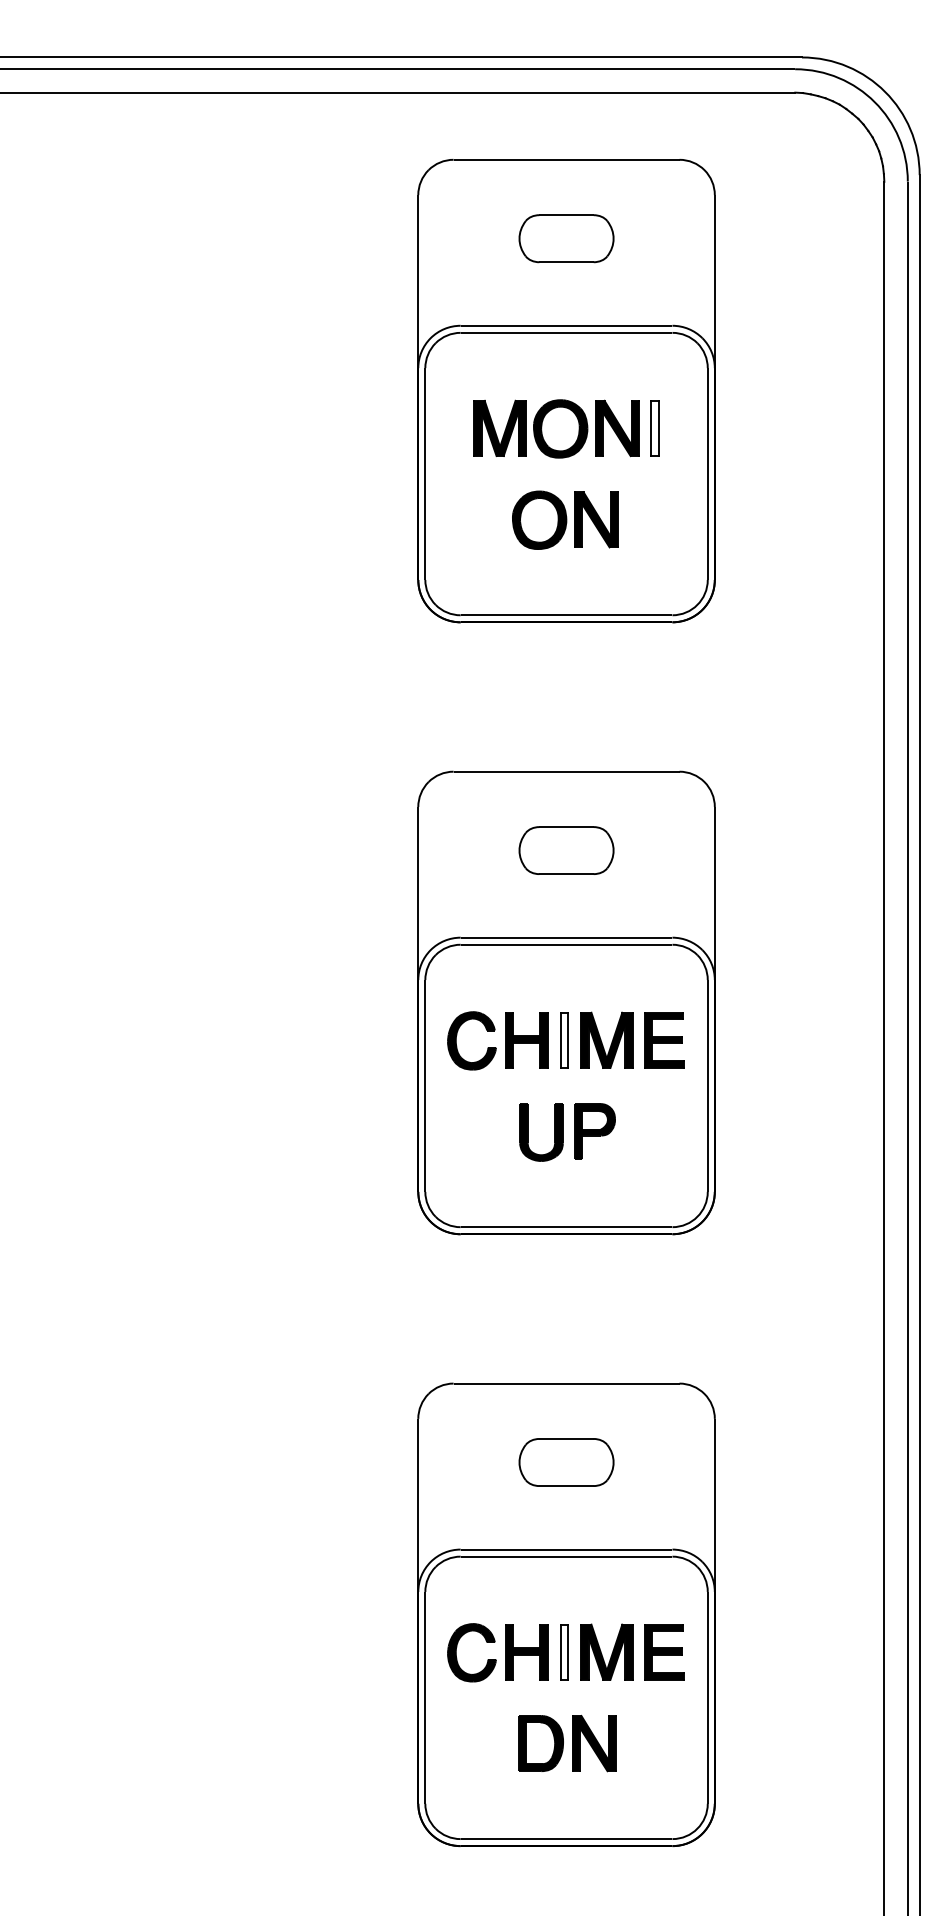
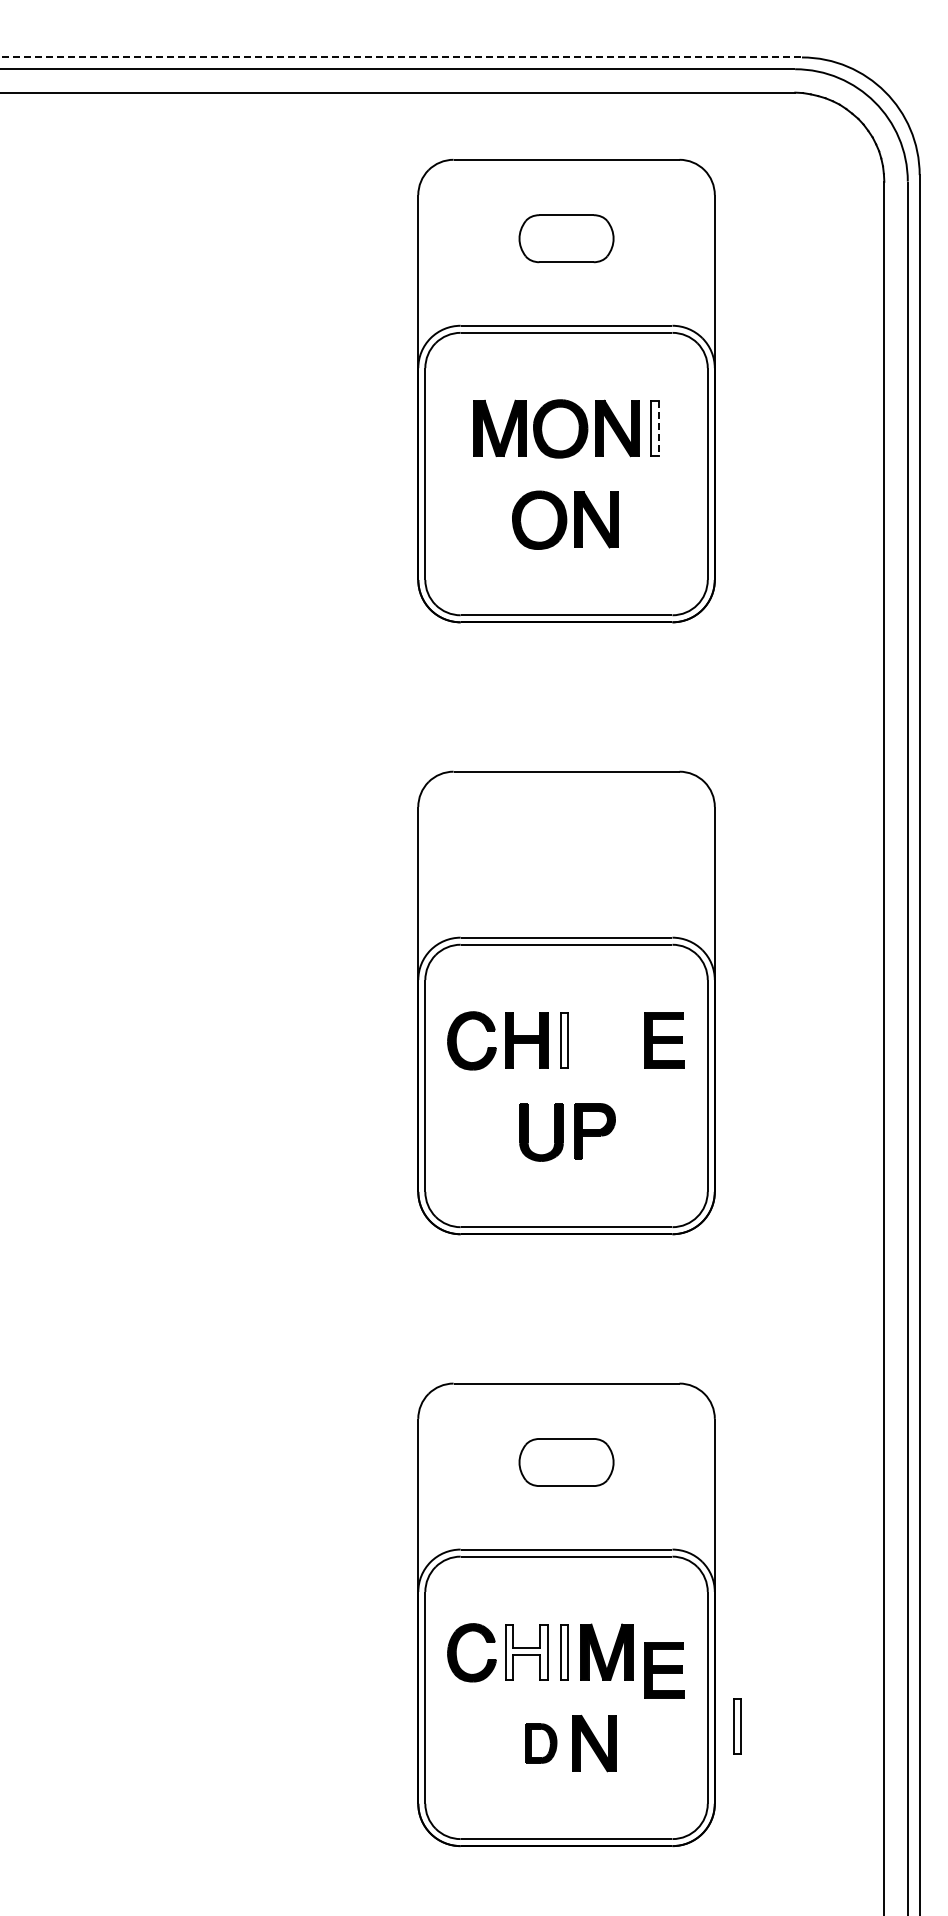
line at (401, 57): solid -> dashed
line at (658, 428): solid -> dashed
part at (566, 850): present -> none
part at (606, 1039): present -> none
fill at (526, 1651): present -> none
part at (664, 1652) position: (664, 1652) -> (664, 1670)
part at (737, 1726): none -> present
part at (540, 1743) size: 46x57 px -> 33x41 px
